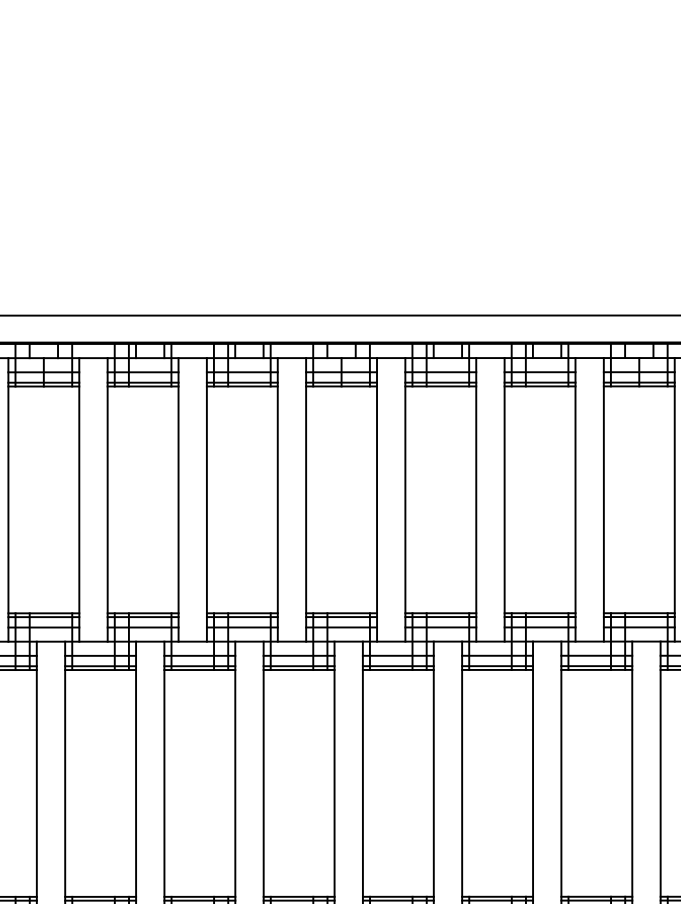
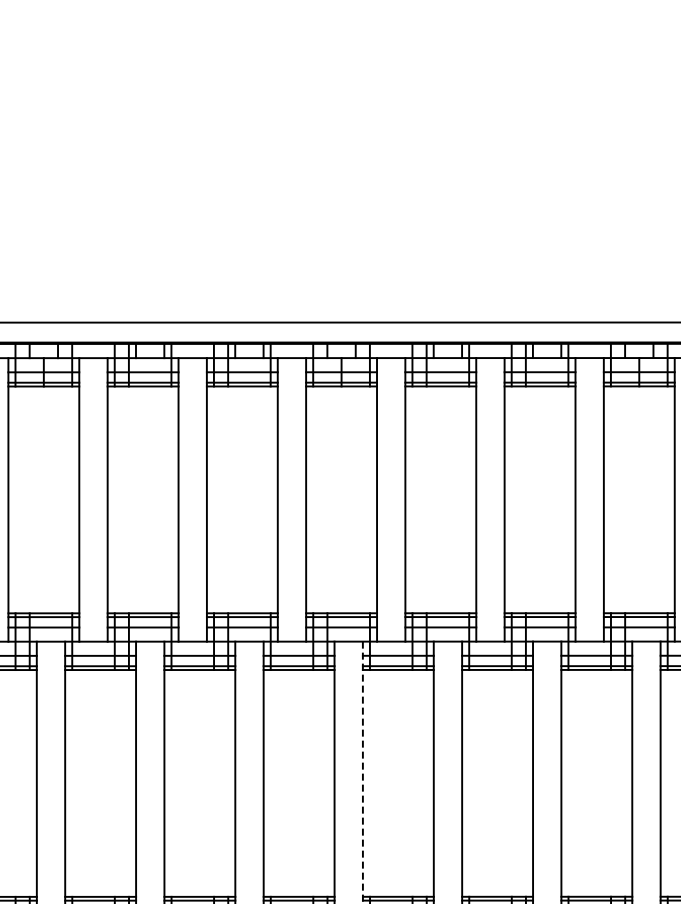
line at (339, 315) position: (339, 315) -> (339, 322)
line at (362, 772): solid -> dashed
